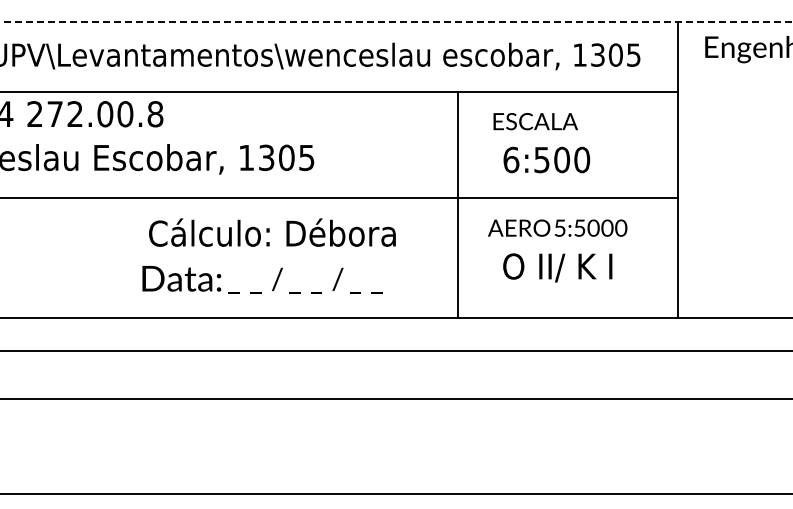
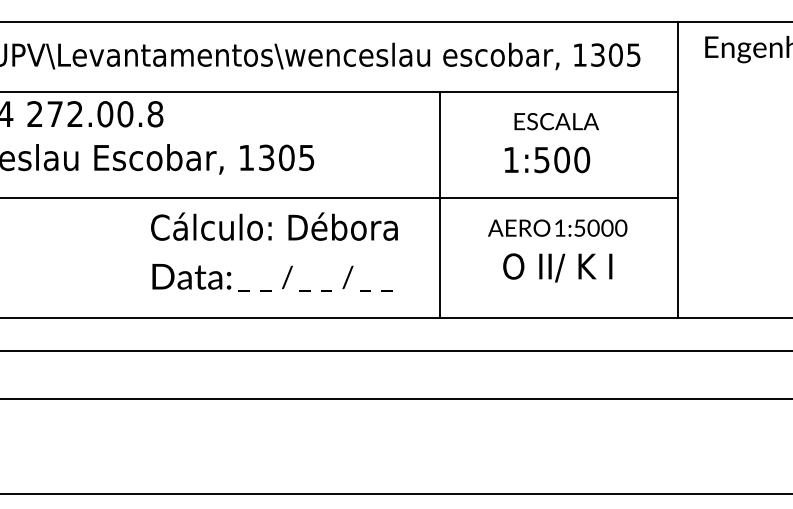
line at (396, 22): dashed -> solid
text at (535, 121) position: (535, 121) -> (556, 121)
text at (511, 159): 6:500 -> 1:500
line at (458, 204) position: (458, 204) -> (440, 204)
text at (559, 227): 5:5000 -> 1:5000
text at (272, 232) position: (272, 232) -> (274, 226)
text at (262, 279) position: (262, 279) -> (272, 277)
